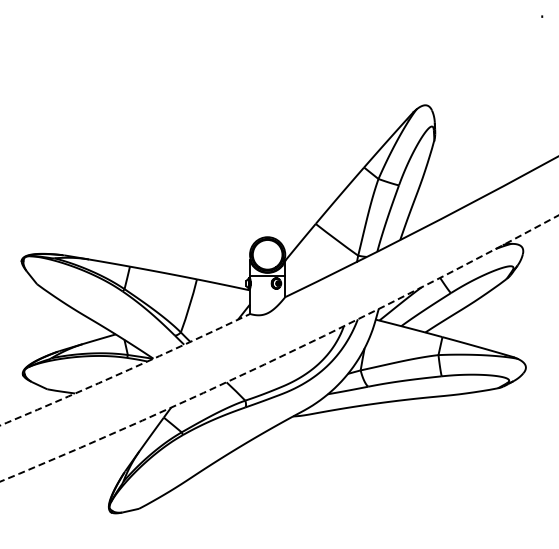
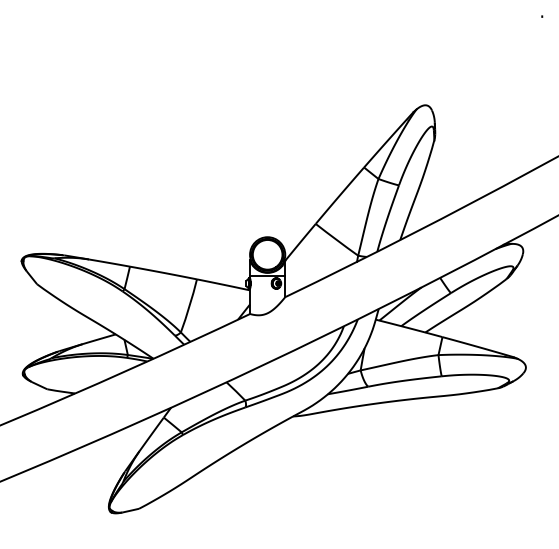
arc at (282, 355): dashed -> solid
arc at (126, 370): dashed -> solid
